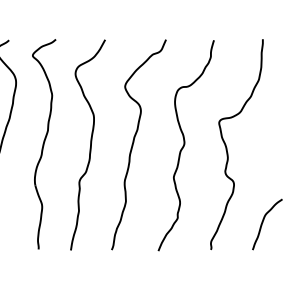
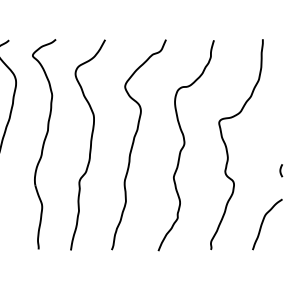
curve at (281, 170): none -> present
